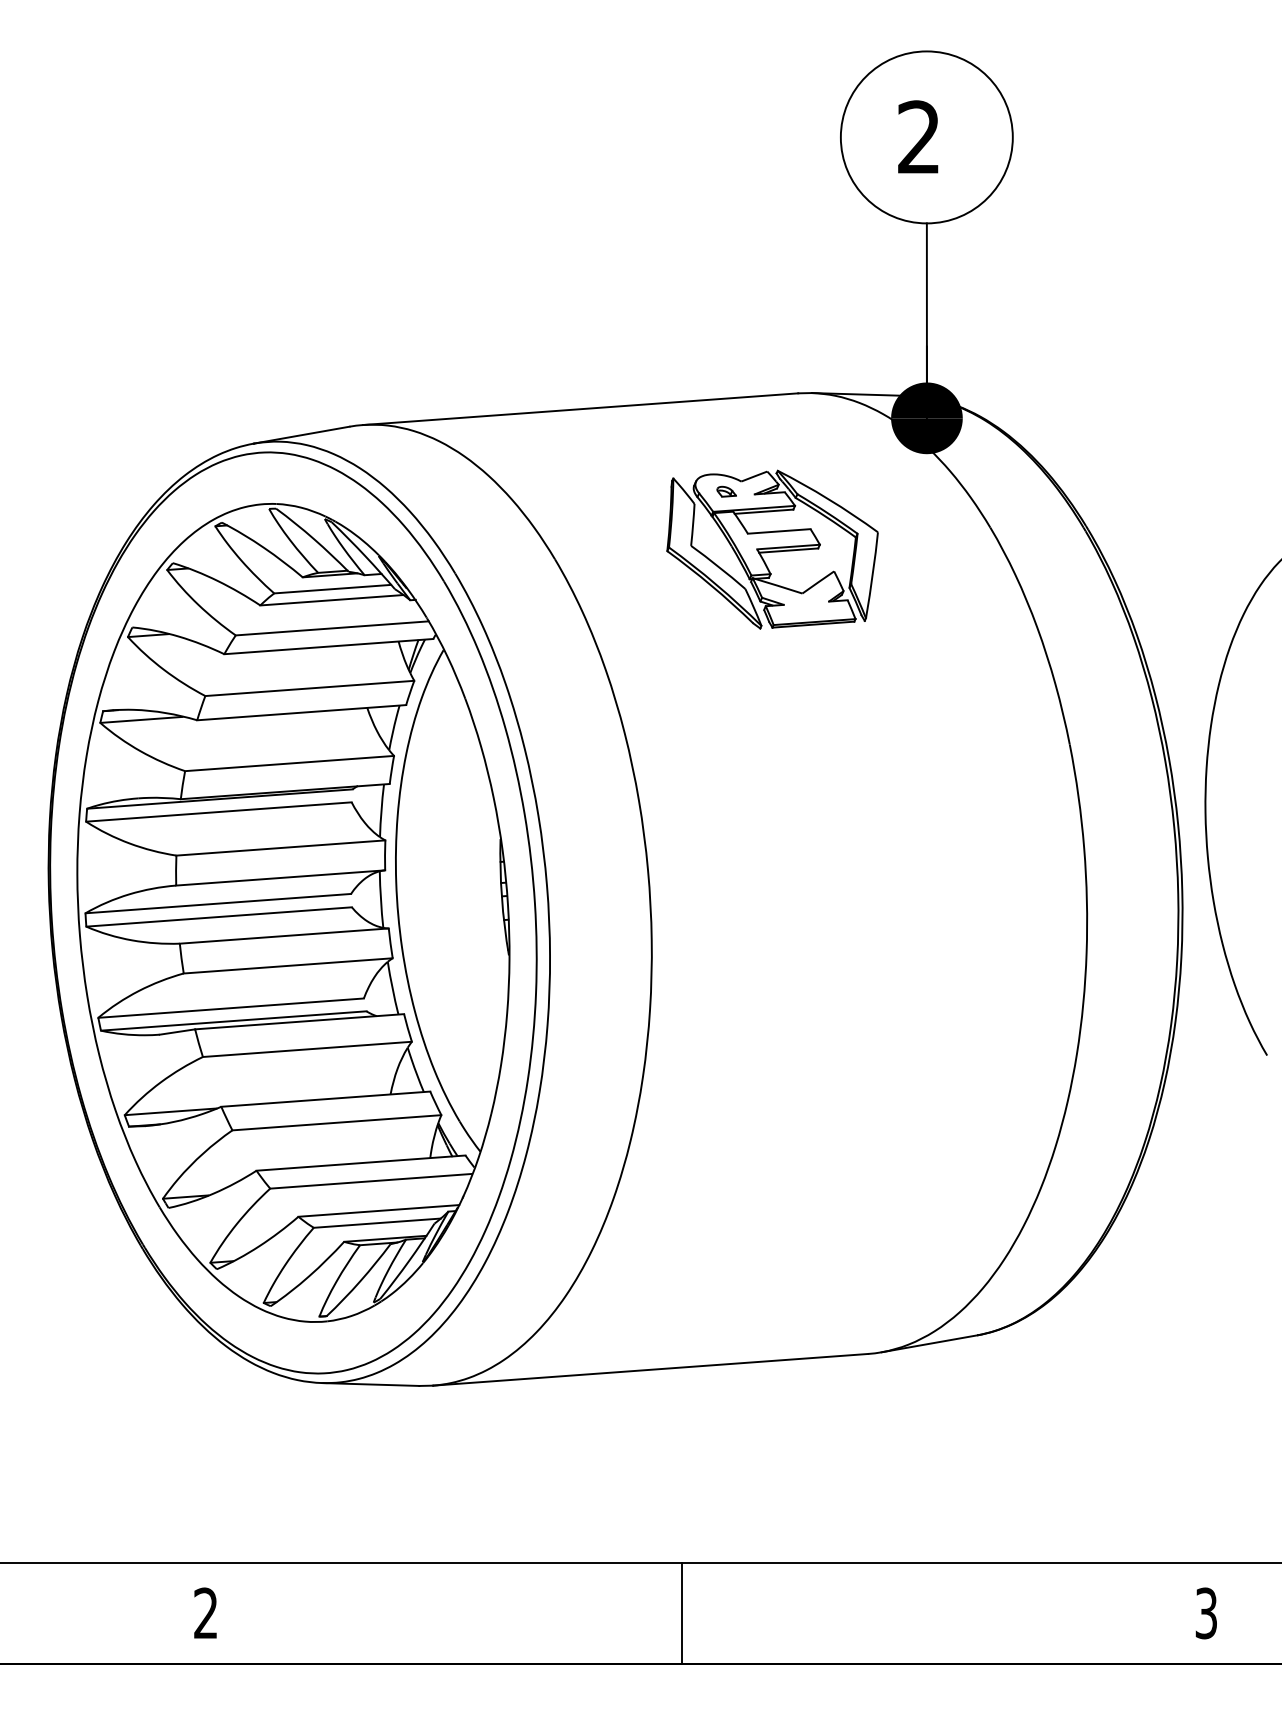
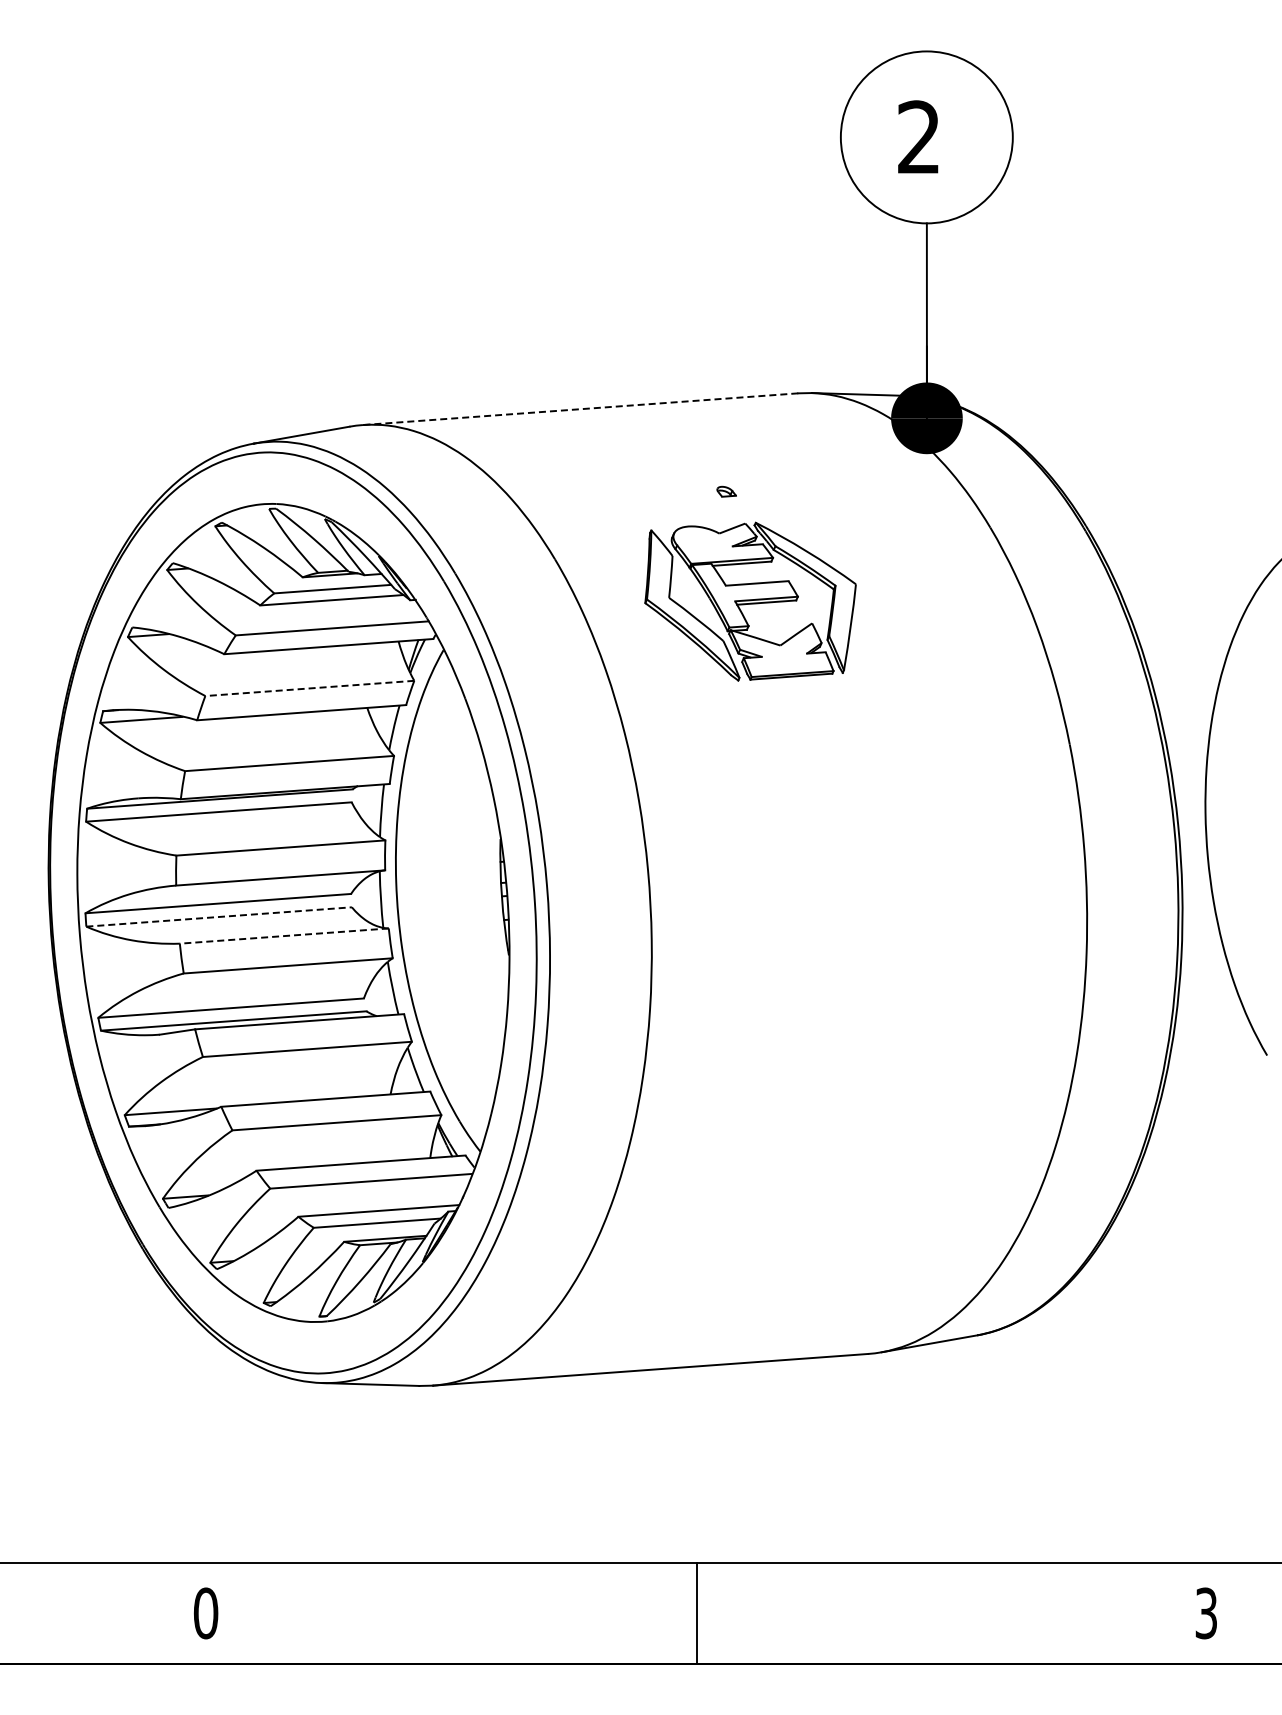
line at (580, 409): solid -> dashed
part at (772, 549) position: (772, 549) -> (750, 601)
line at (309, 688): solid -> dashed
line at (219, 916): solid -> dashed
line at (284, 936): solid -> dashed
text at (205, 1613): 2 -> 0
line at (681, 1613) position: (681, 1613) -> (696, 1613)
